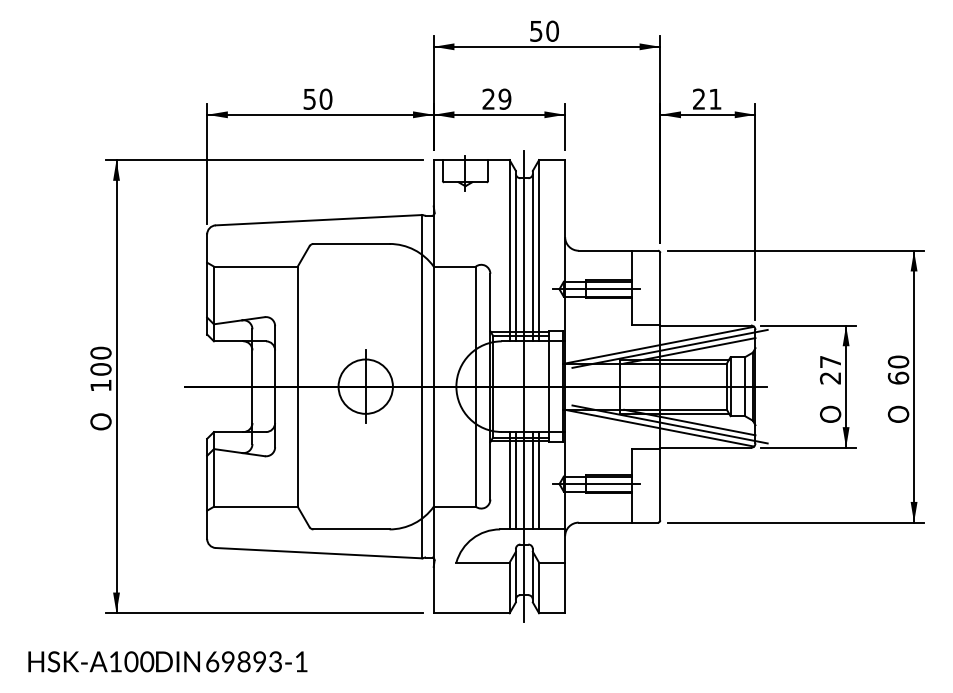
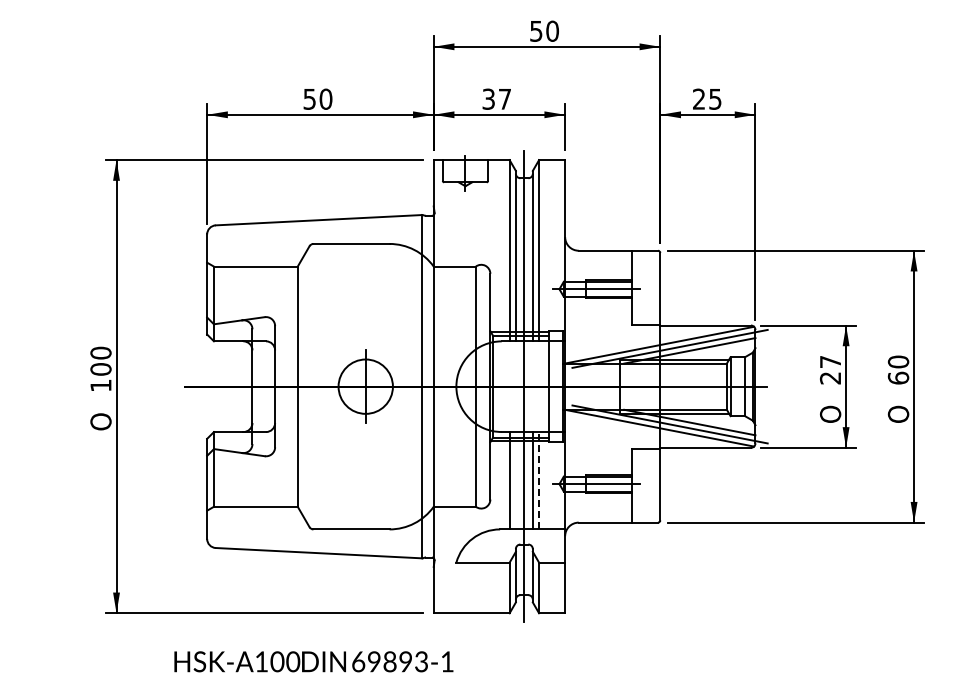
text at (496, 98): 29 -> 37
text at (715, 99): 21 -> 25
line at (515, 480): present -> none
line at (539, 480): solid -> dashed
text at (167, 661) position: (167, 661) -> (313, 661)
